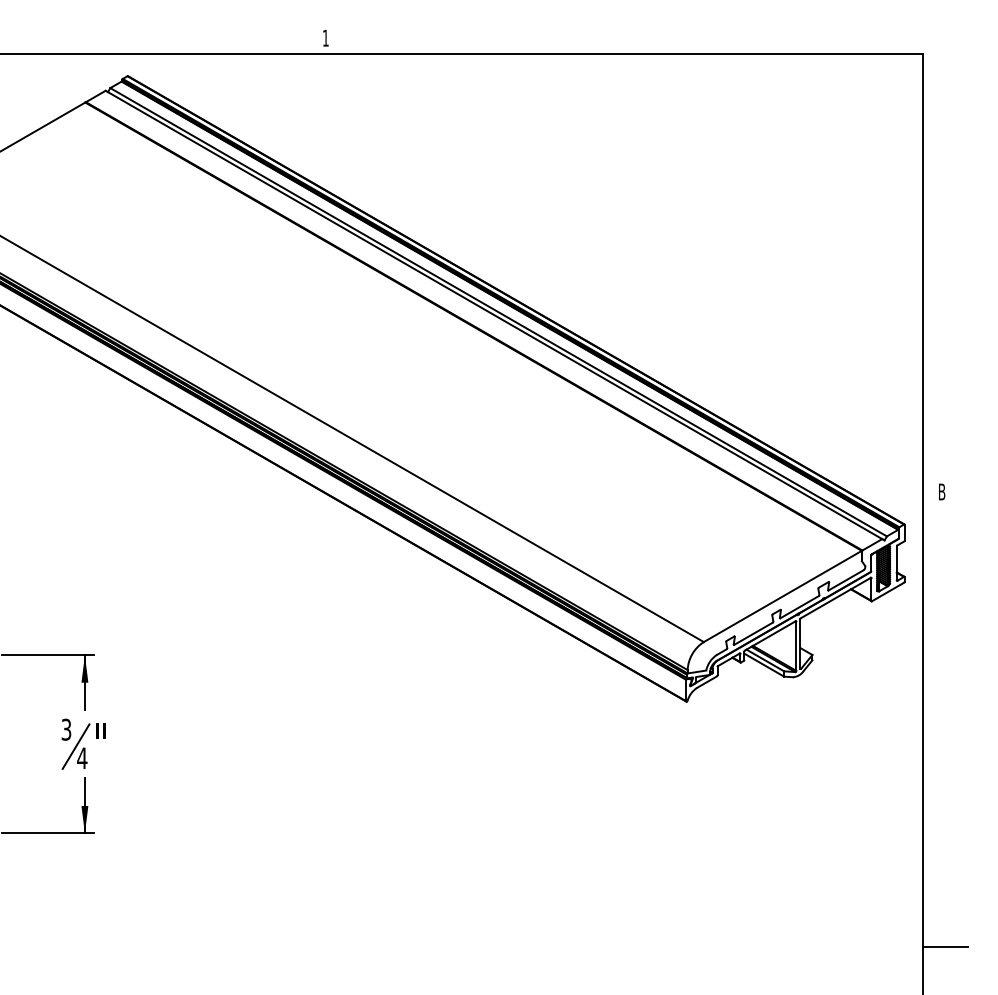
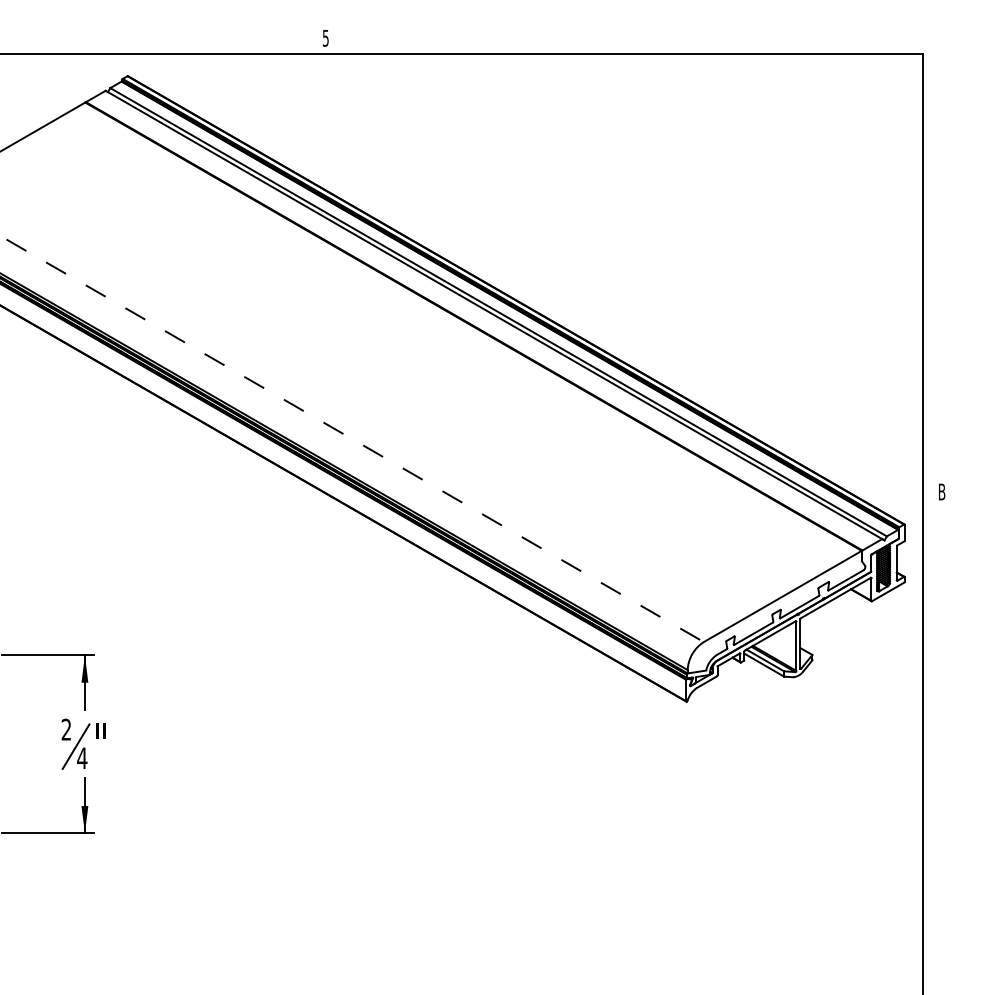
text at (325, 38): 1 -> 5
line at (352, 439): solid -> dashed
text at (66, 729): 3 -> 2
line at (945, 946): present -> none
